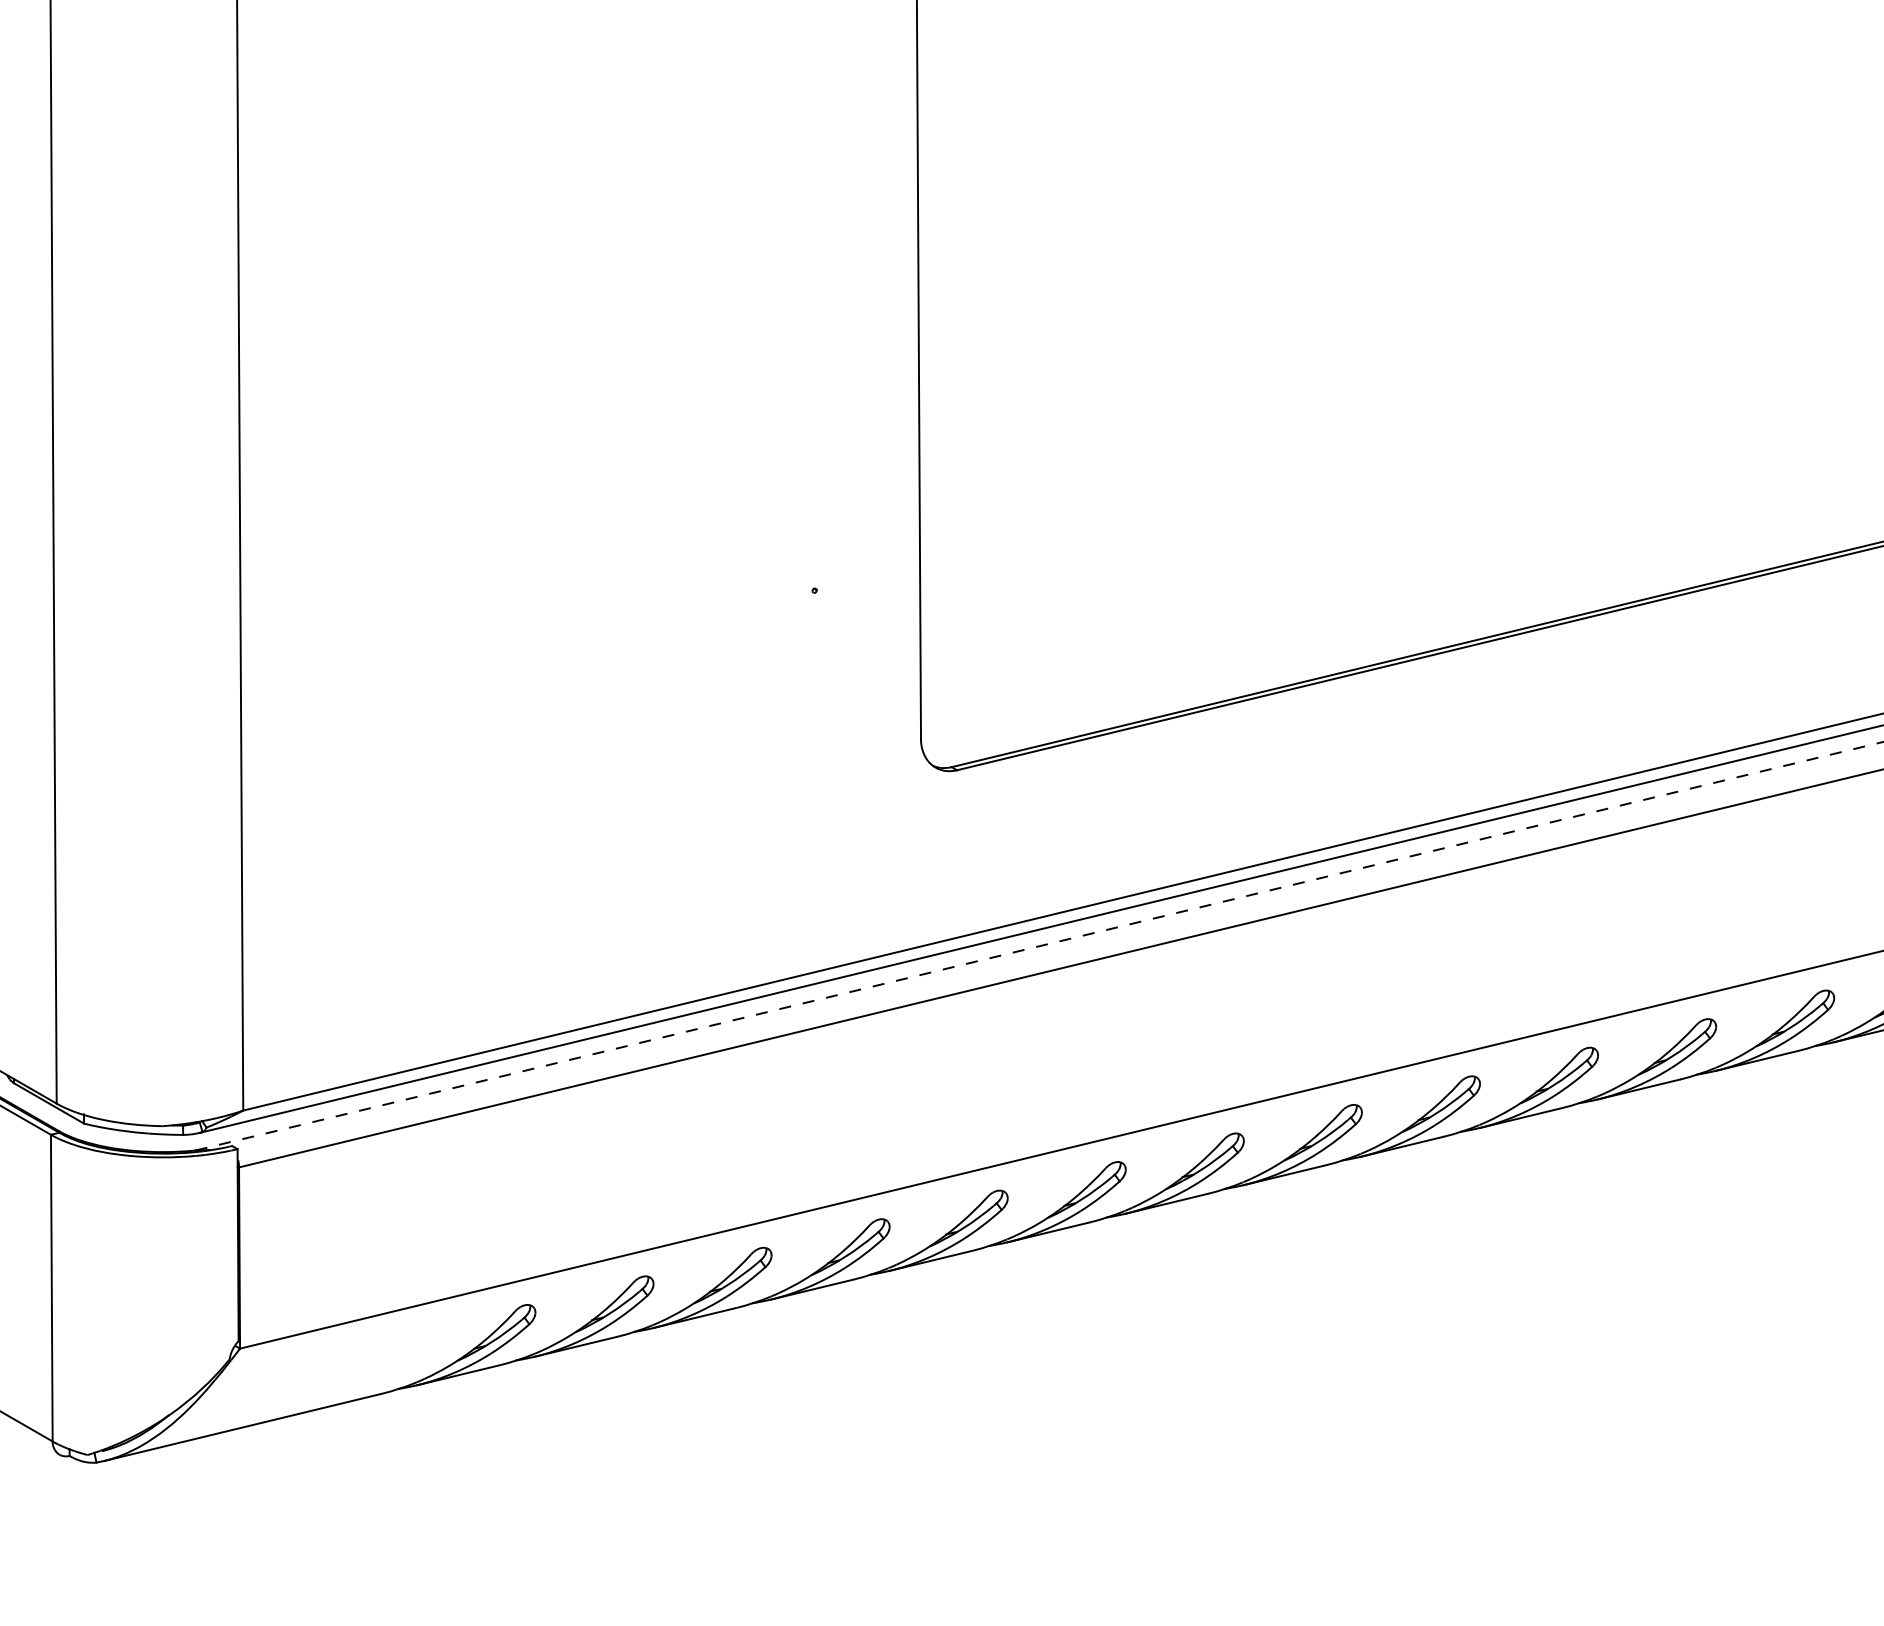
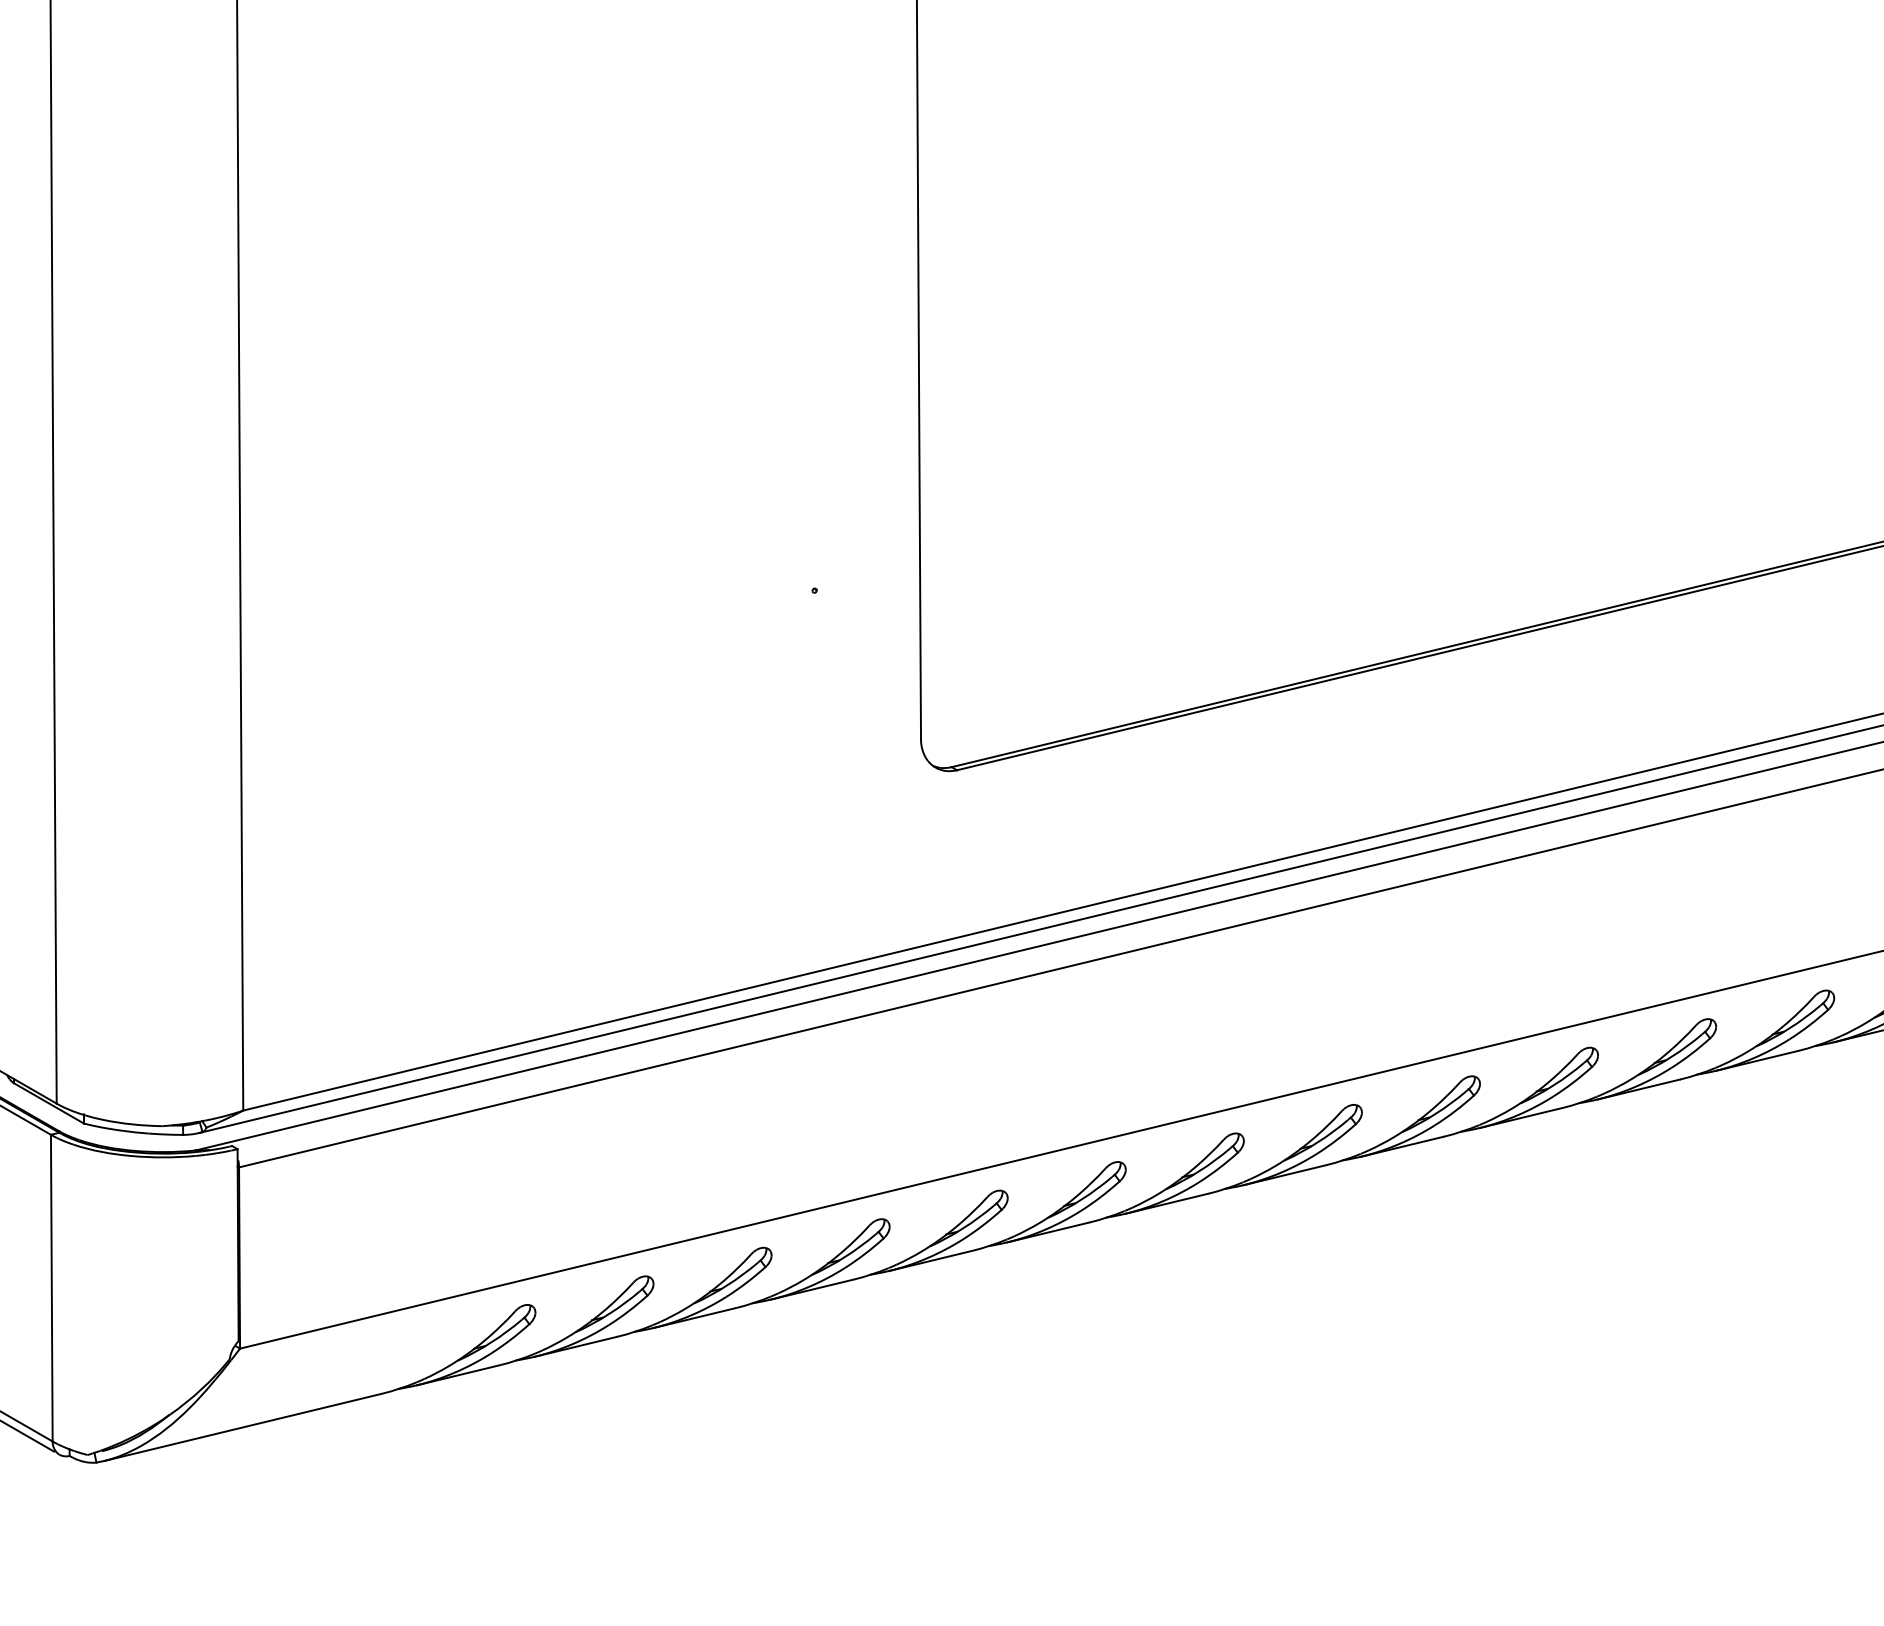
line at (1040, 946): dashed -> solid
line at (28, 1436): none -> present
